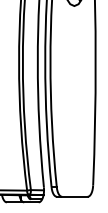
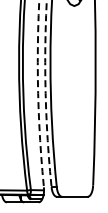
arc at (38, 93): solid -> dashed
arc at (45, 93): solid -> dashed
